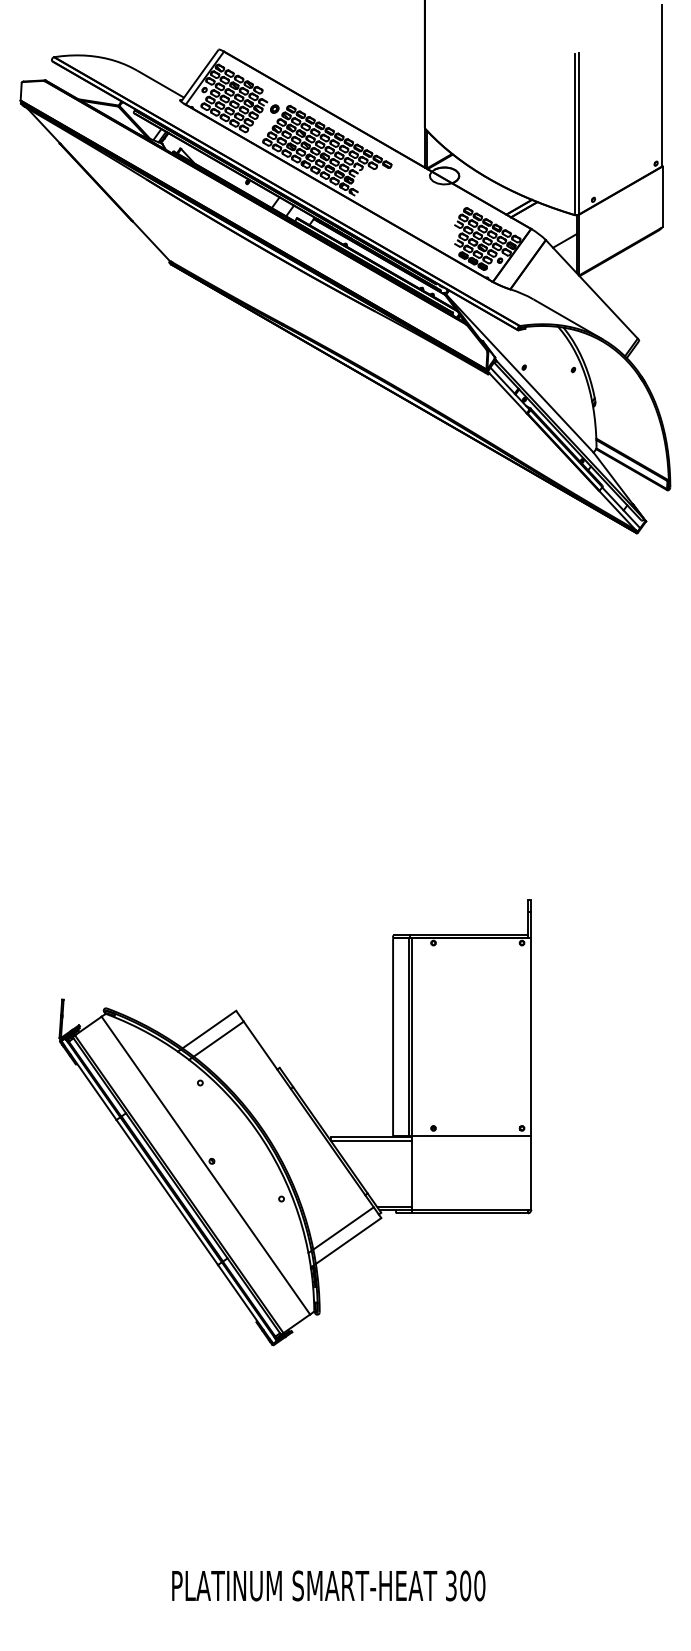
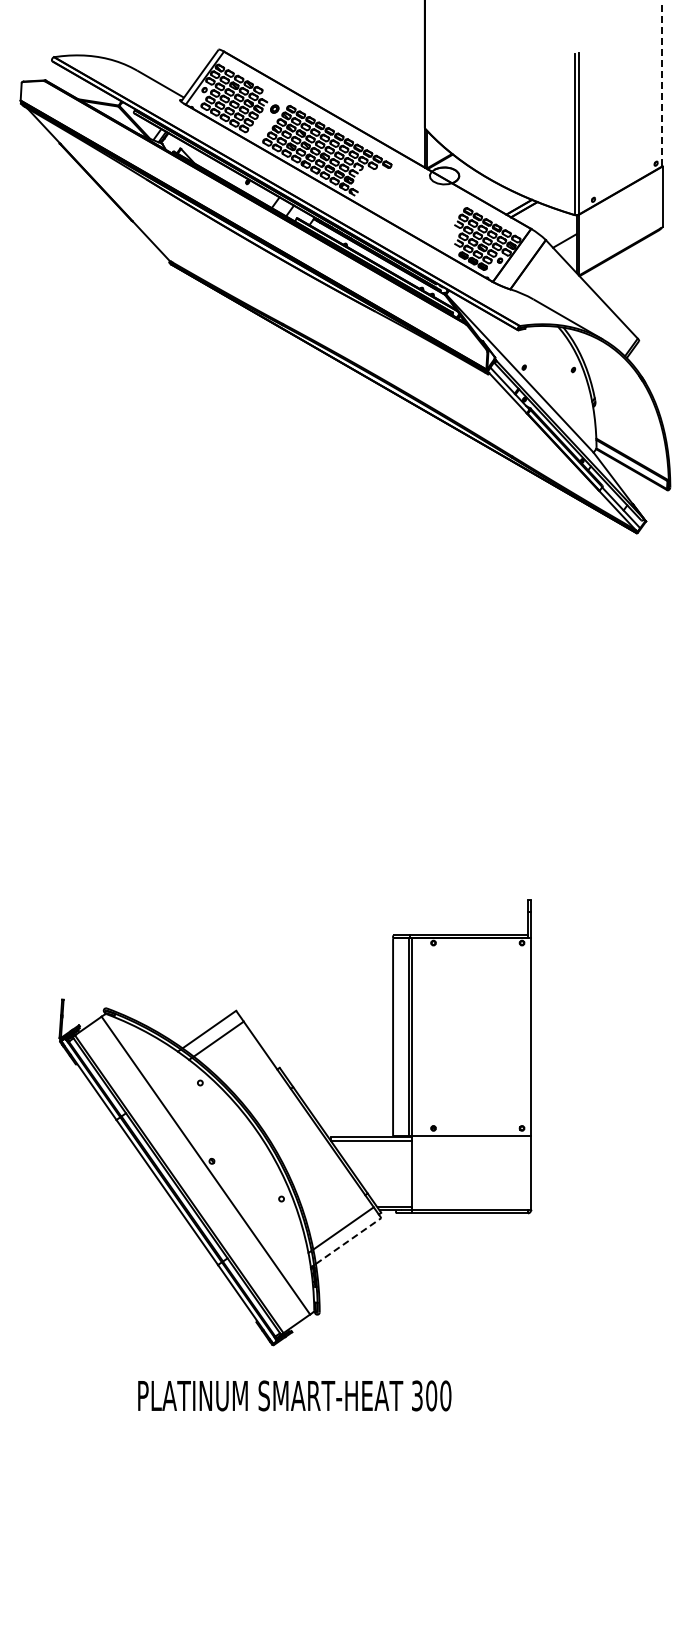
line at (662, 85): solid -> dashed
line at (348, 1241): solid -> dashed
text at (328, 1585) position: (328, 1585) -> (294, 1395)
